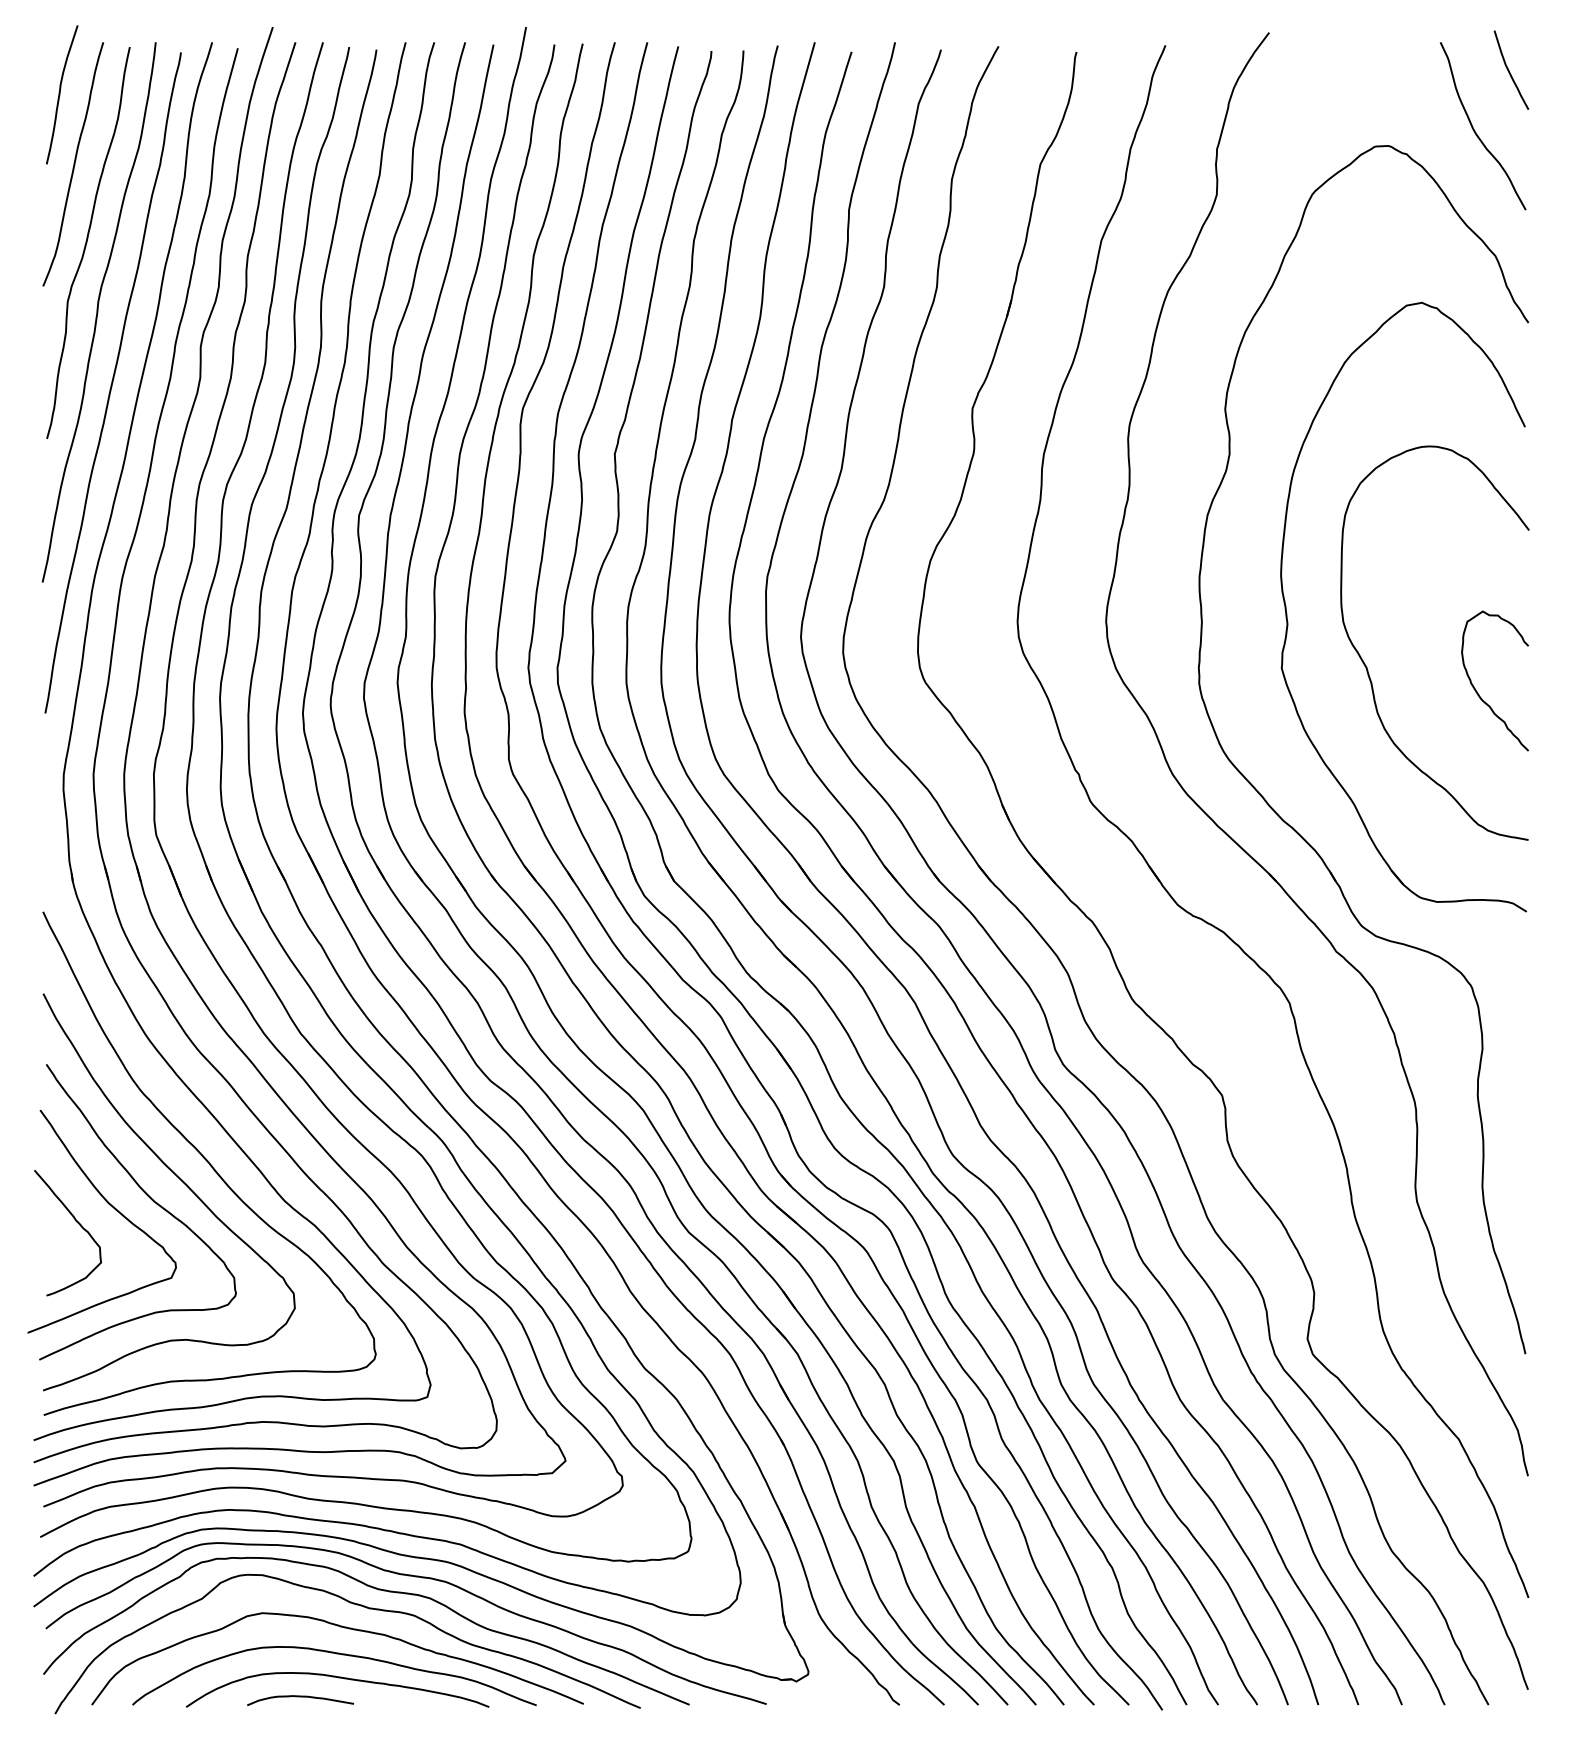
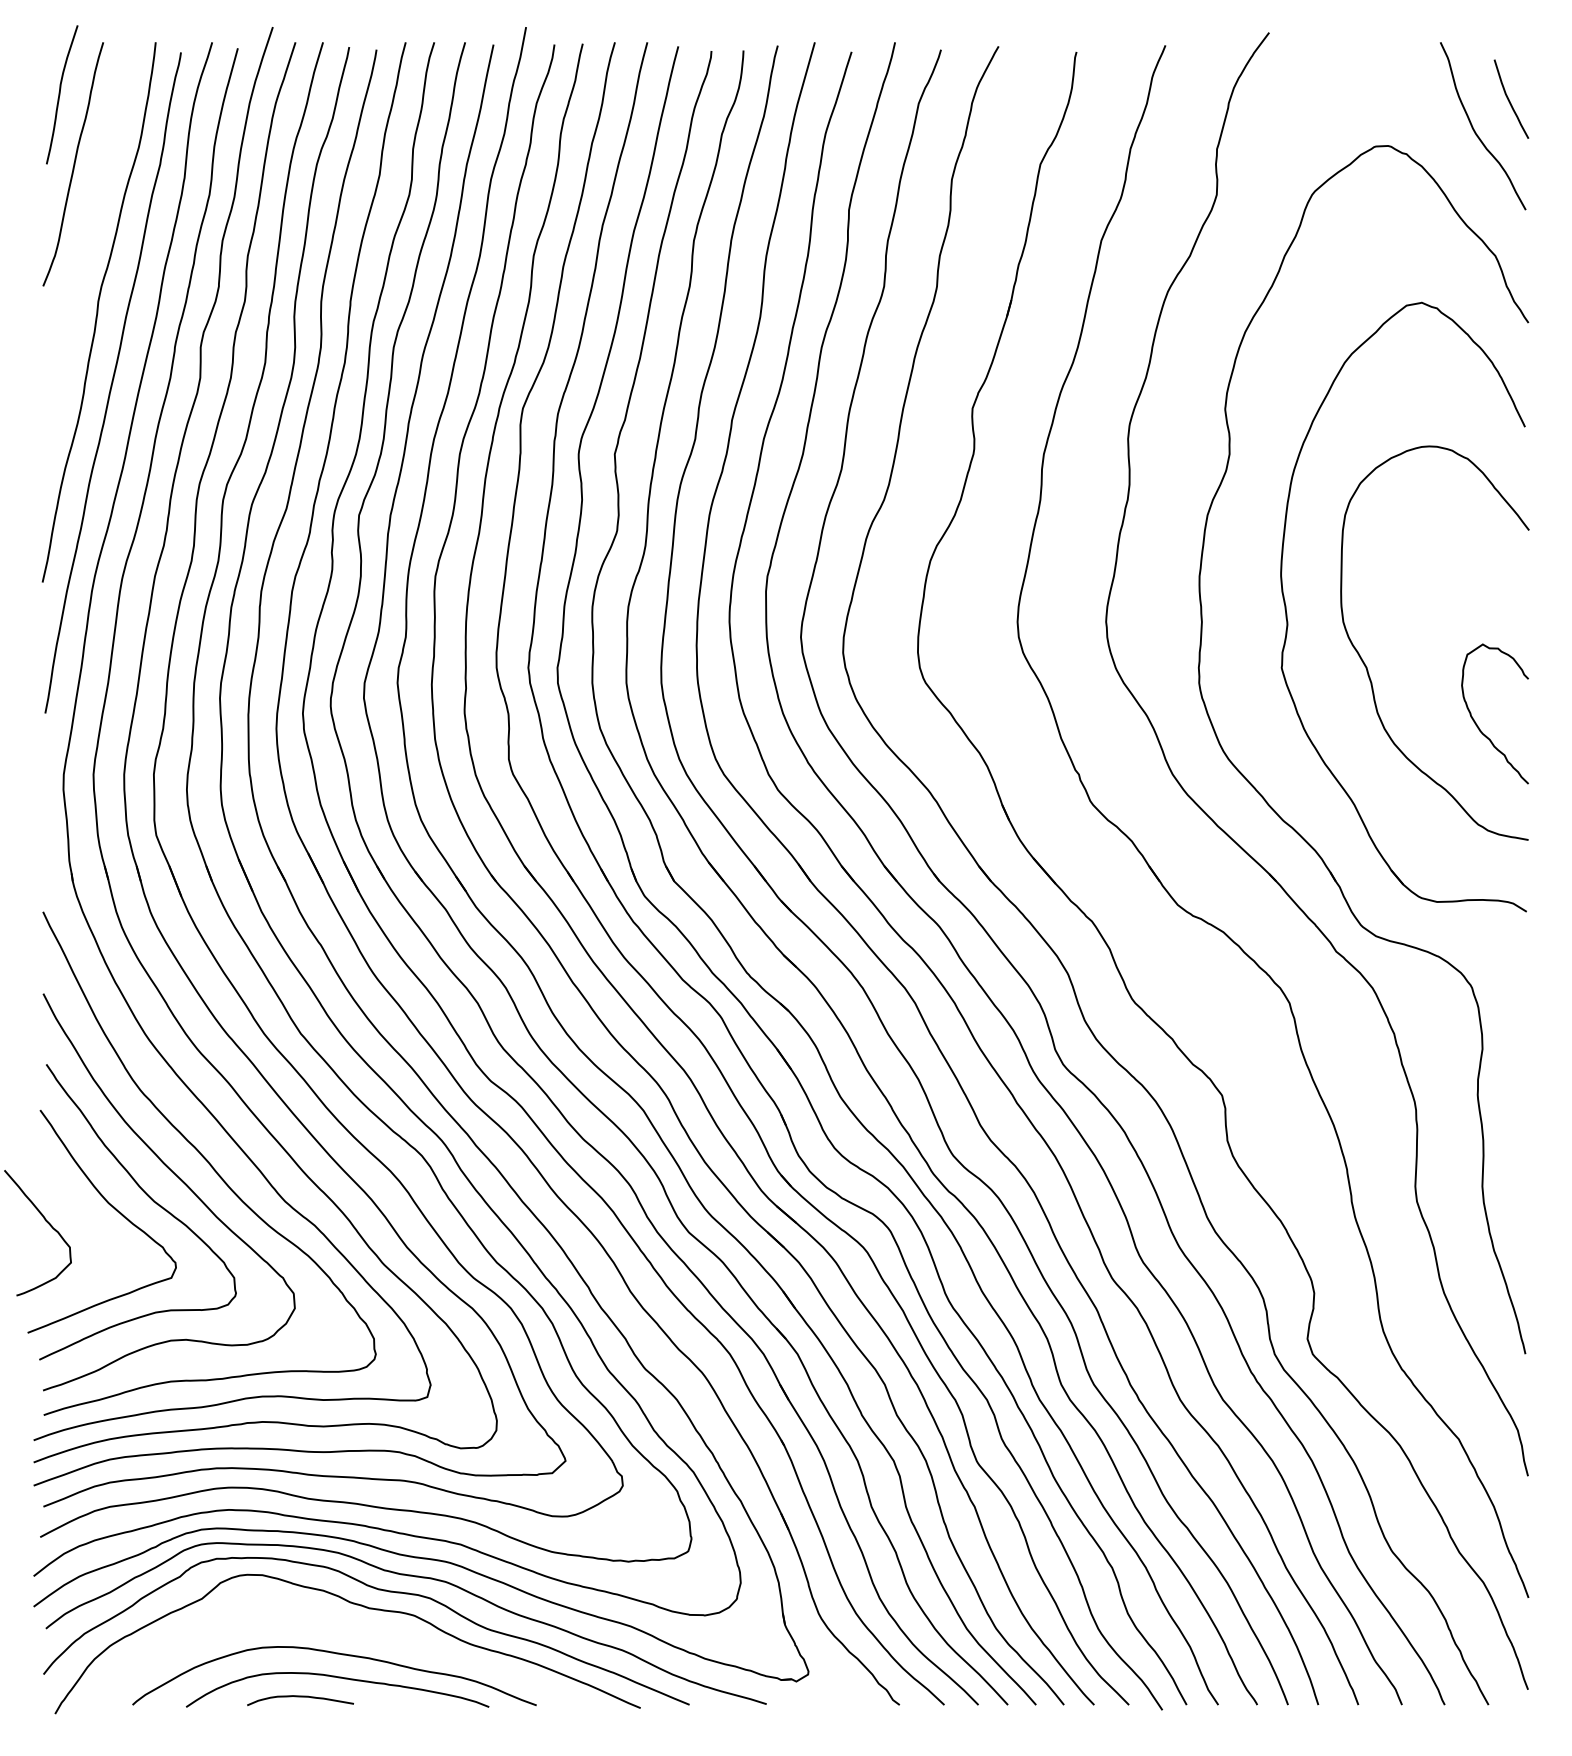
curve at (1509, 70) position: (1509, 70) -> (1509, 99)
curve at (87, 242): present -> none
curve at (1476, 689) position: (1476, 689) -> (1476, 722)
curve at (77, 1223) position: (77, 1223) -> (47, 1223)
curve at (344, 1628): present -> none
